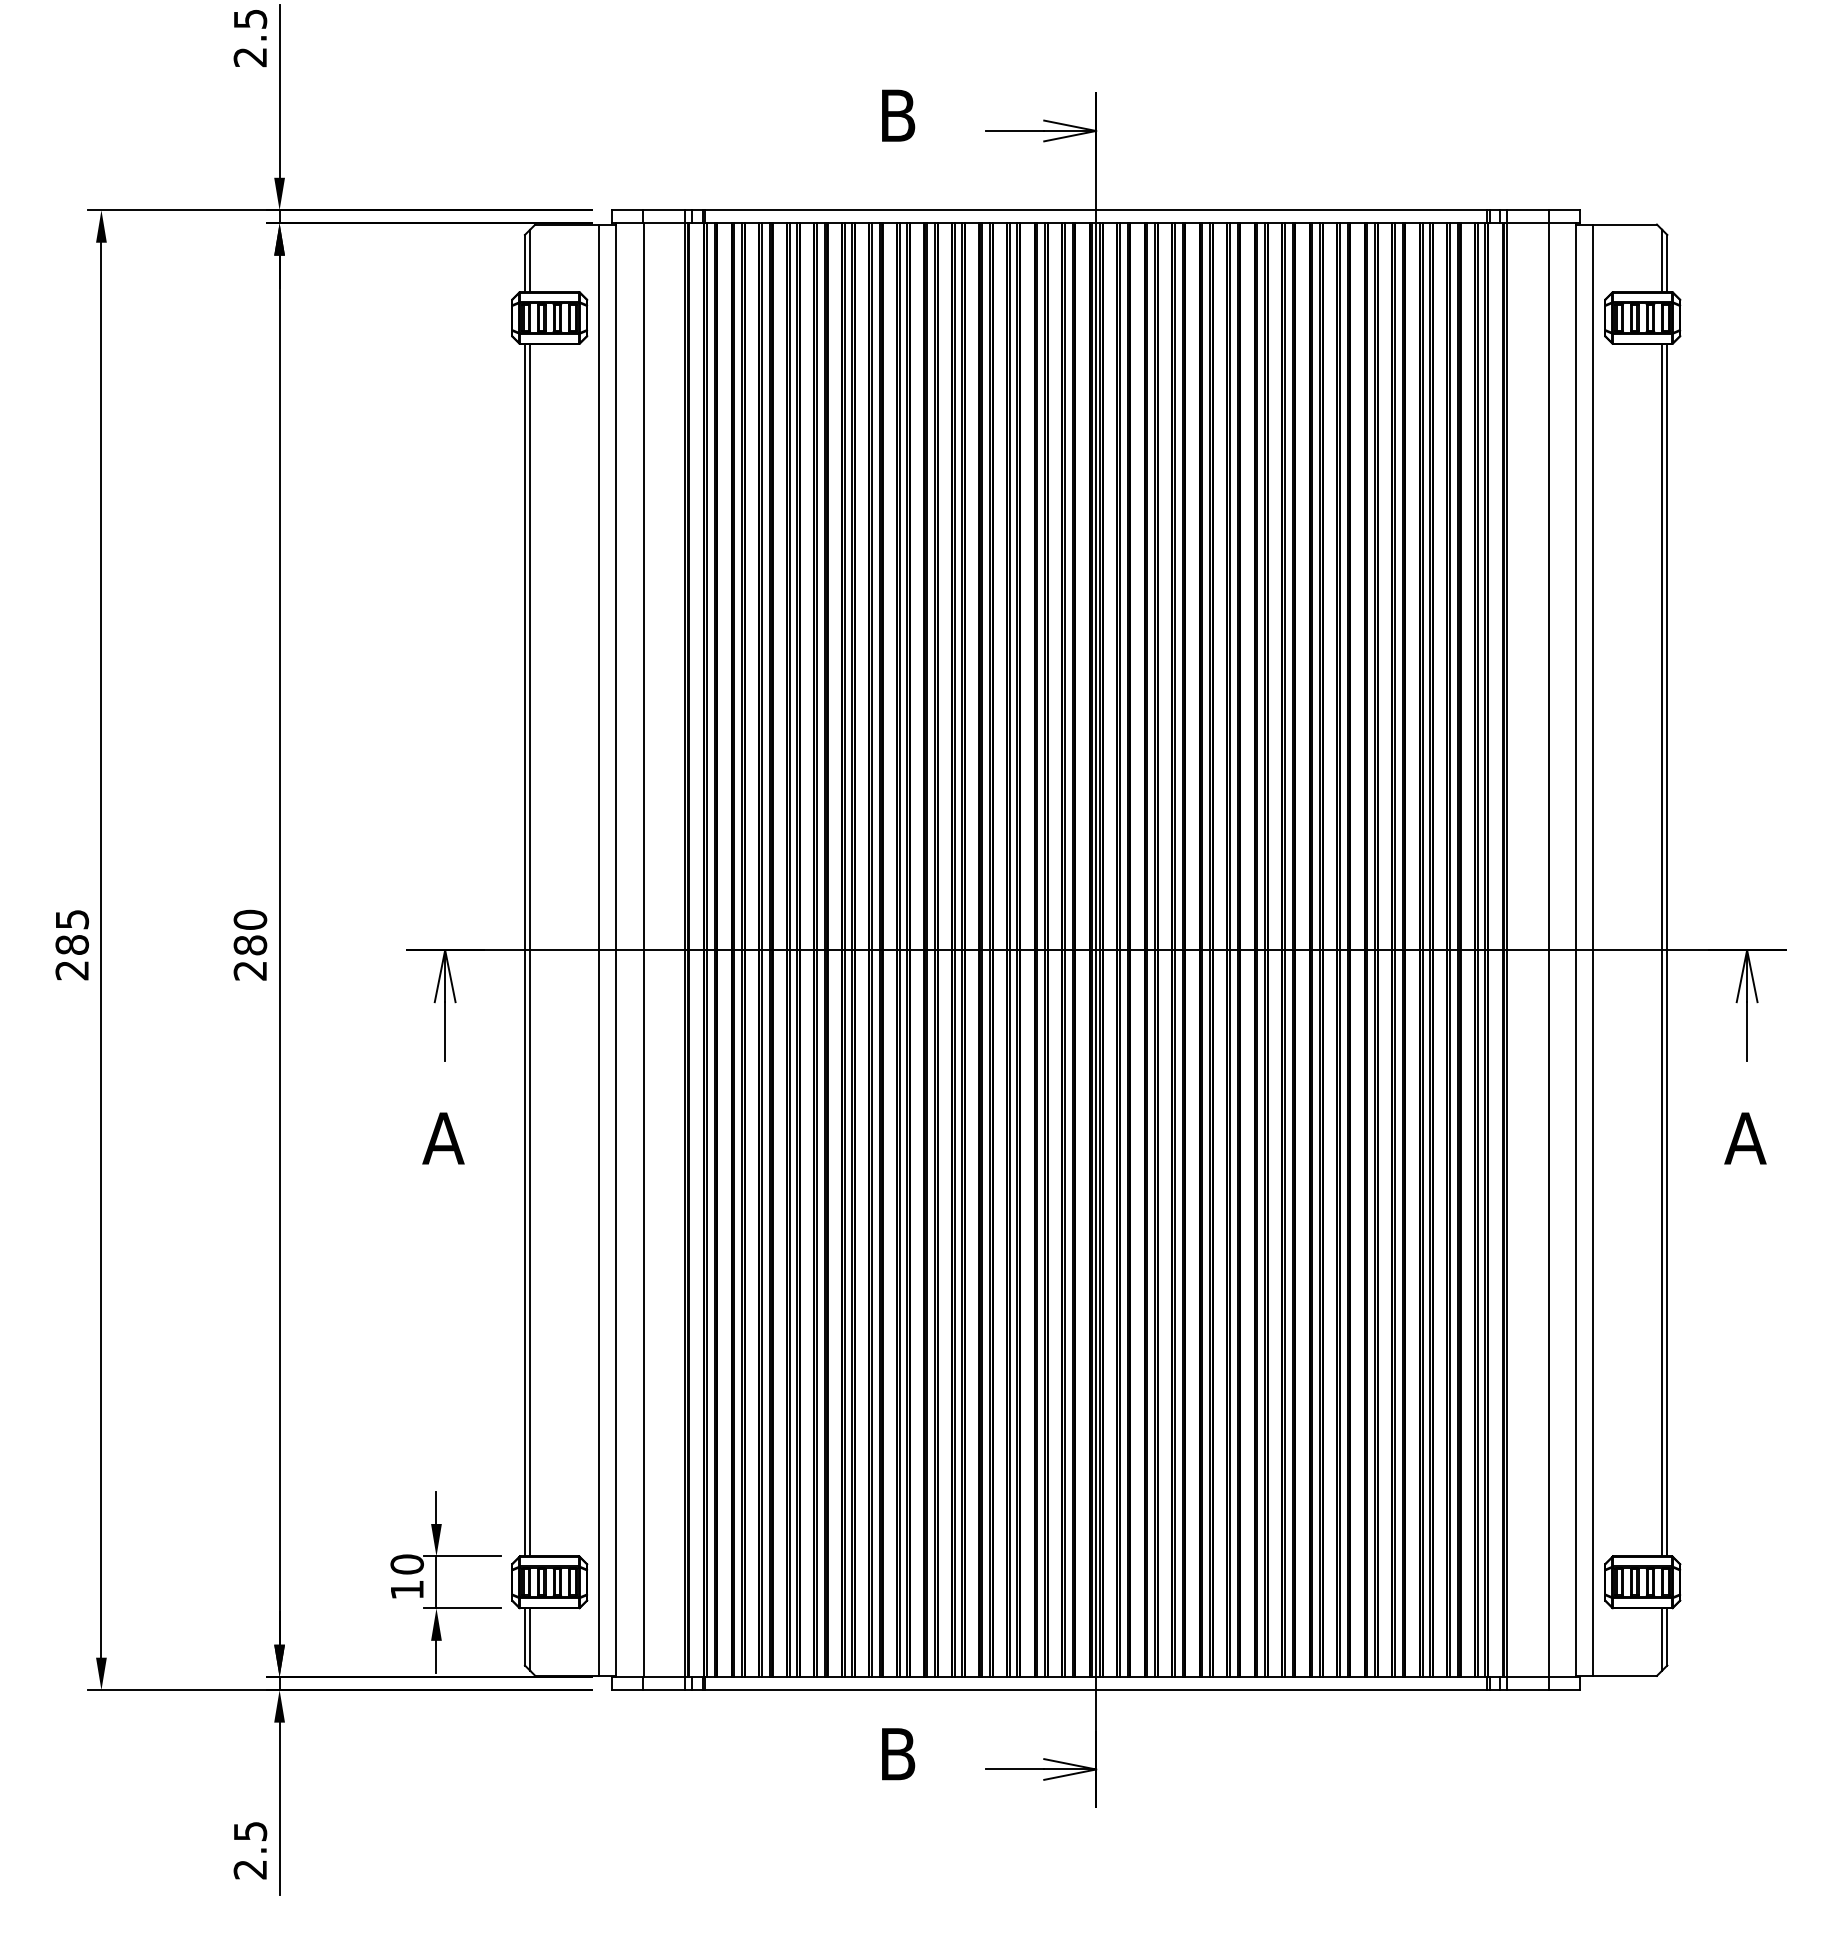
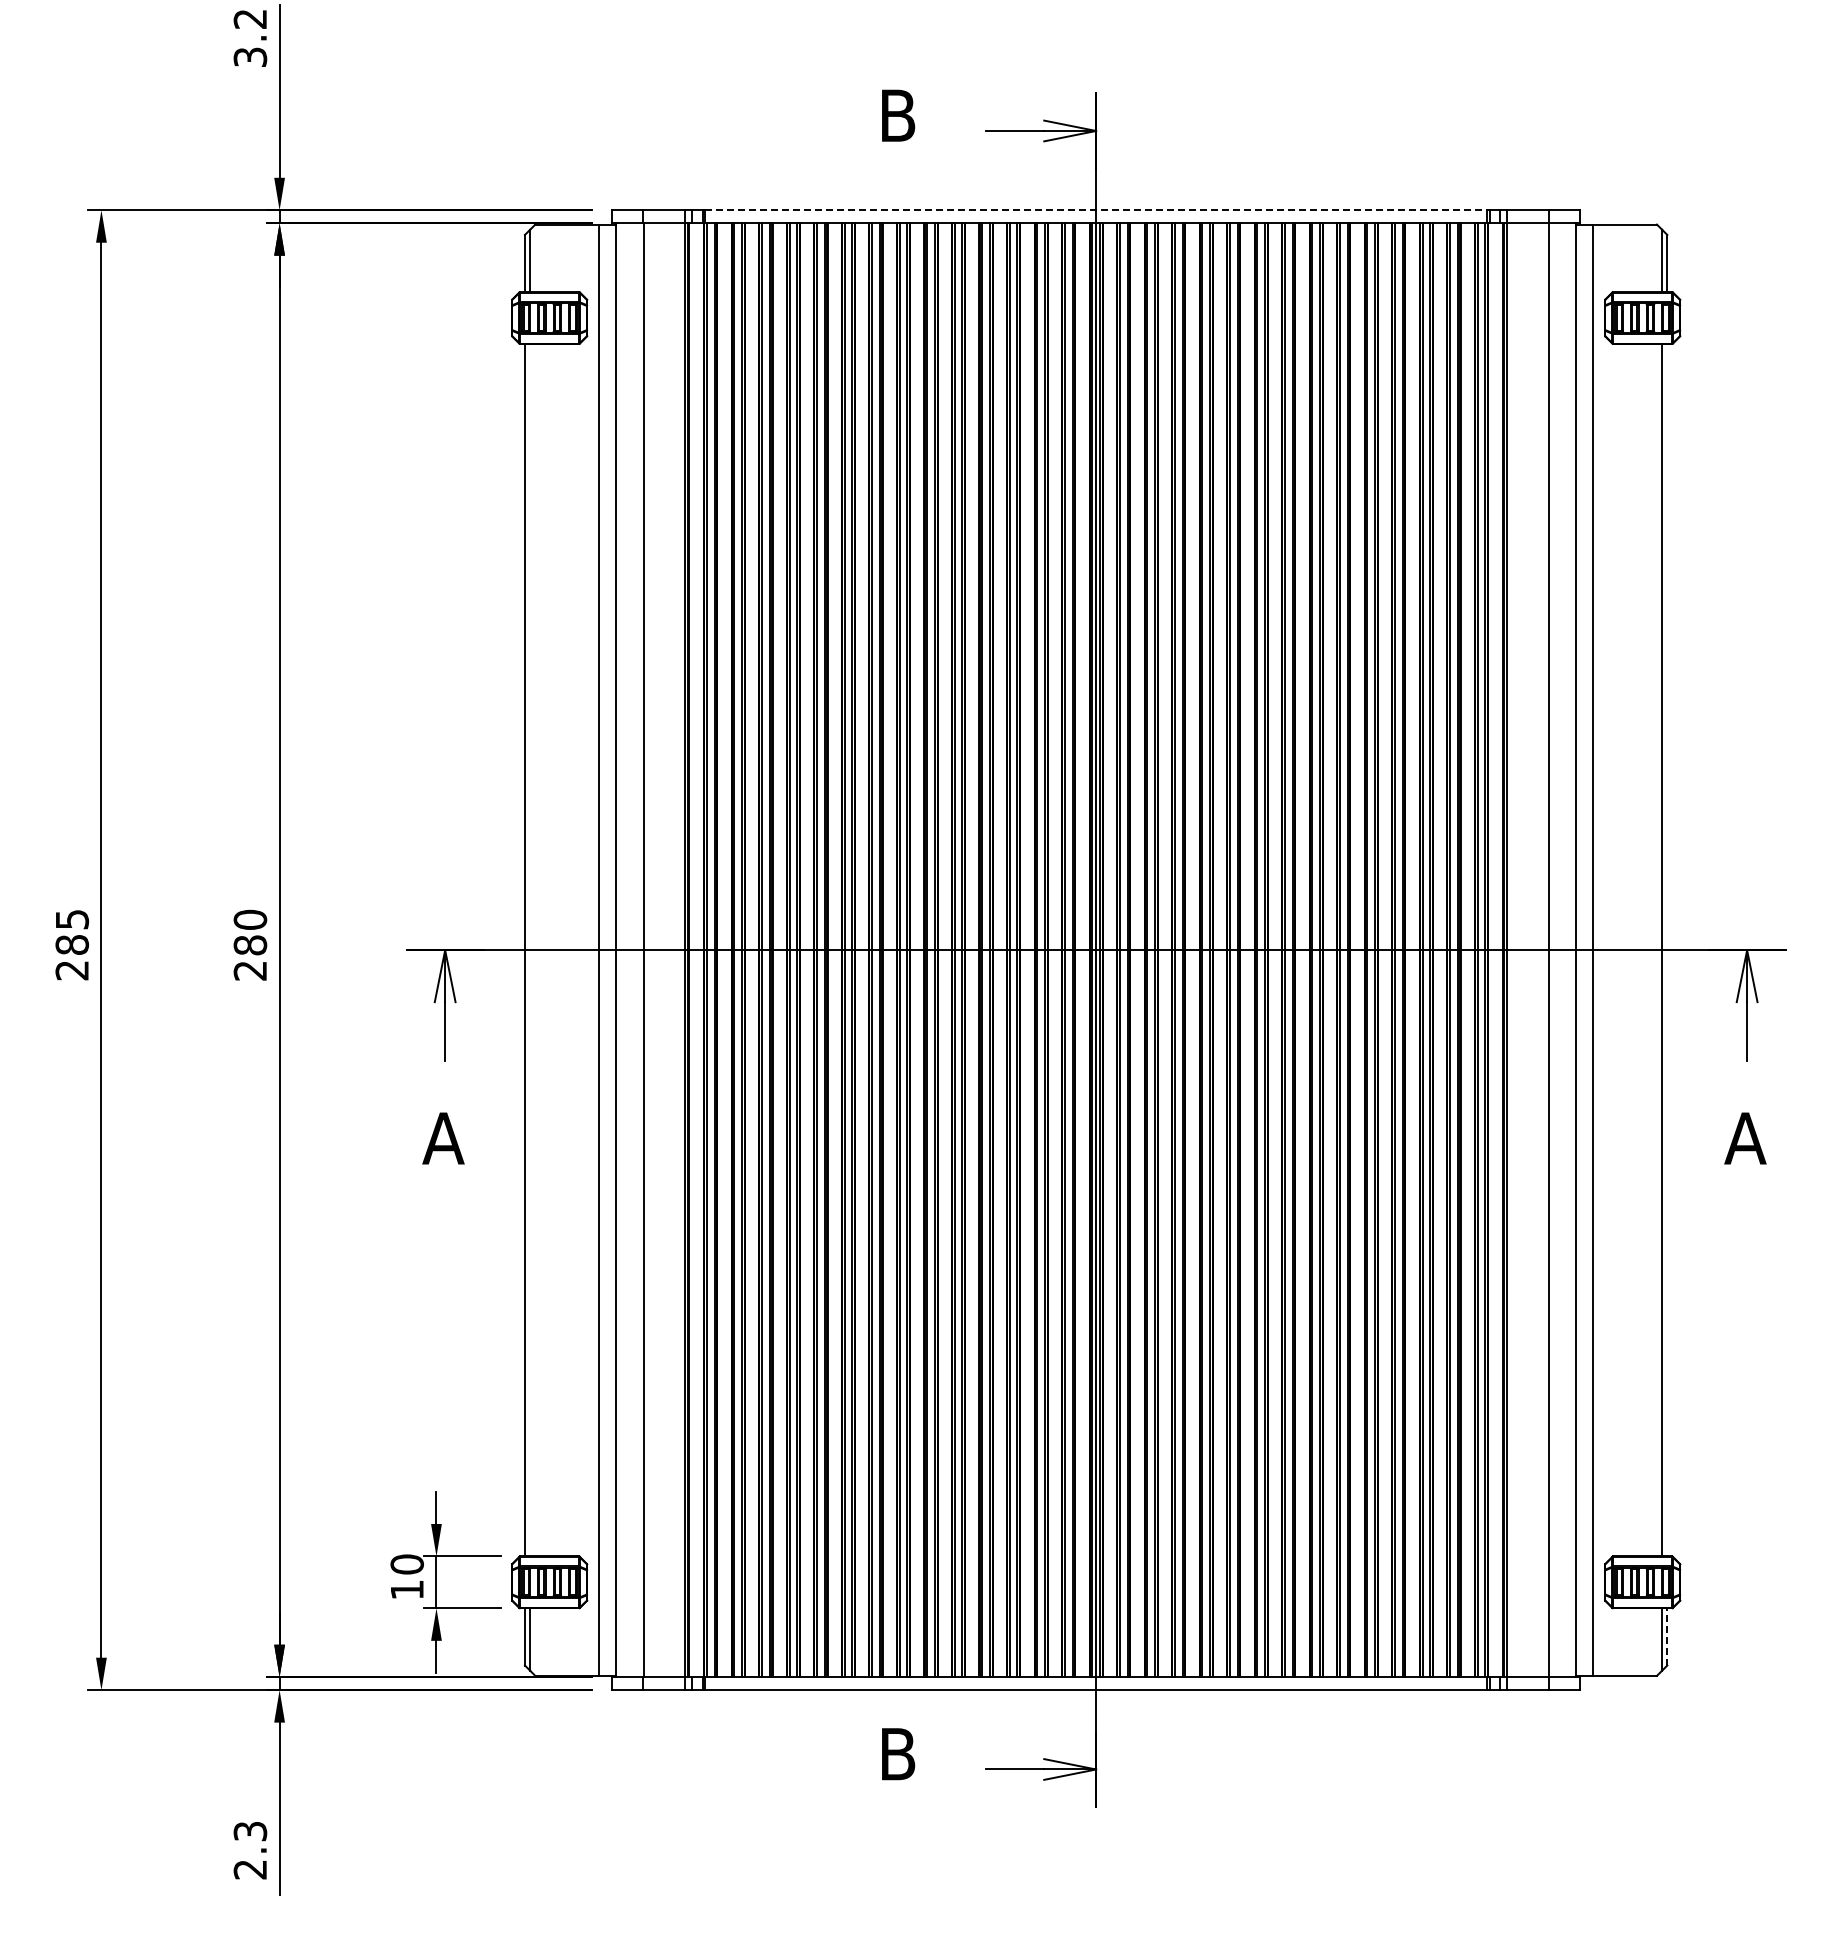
text at (250, 38): 2.5 -> 3.2
line at (1096, 210): solid -> dashed
line at (530, 950): present -> none
line at (1667, 950): present -> none
line at (1667, 1636): solid -> dashed
text at (249, 1831): 2.5 -> 2.3
